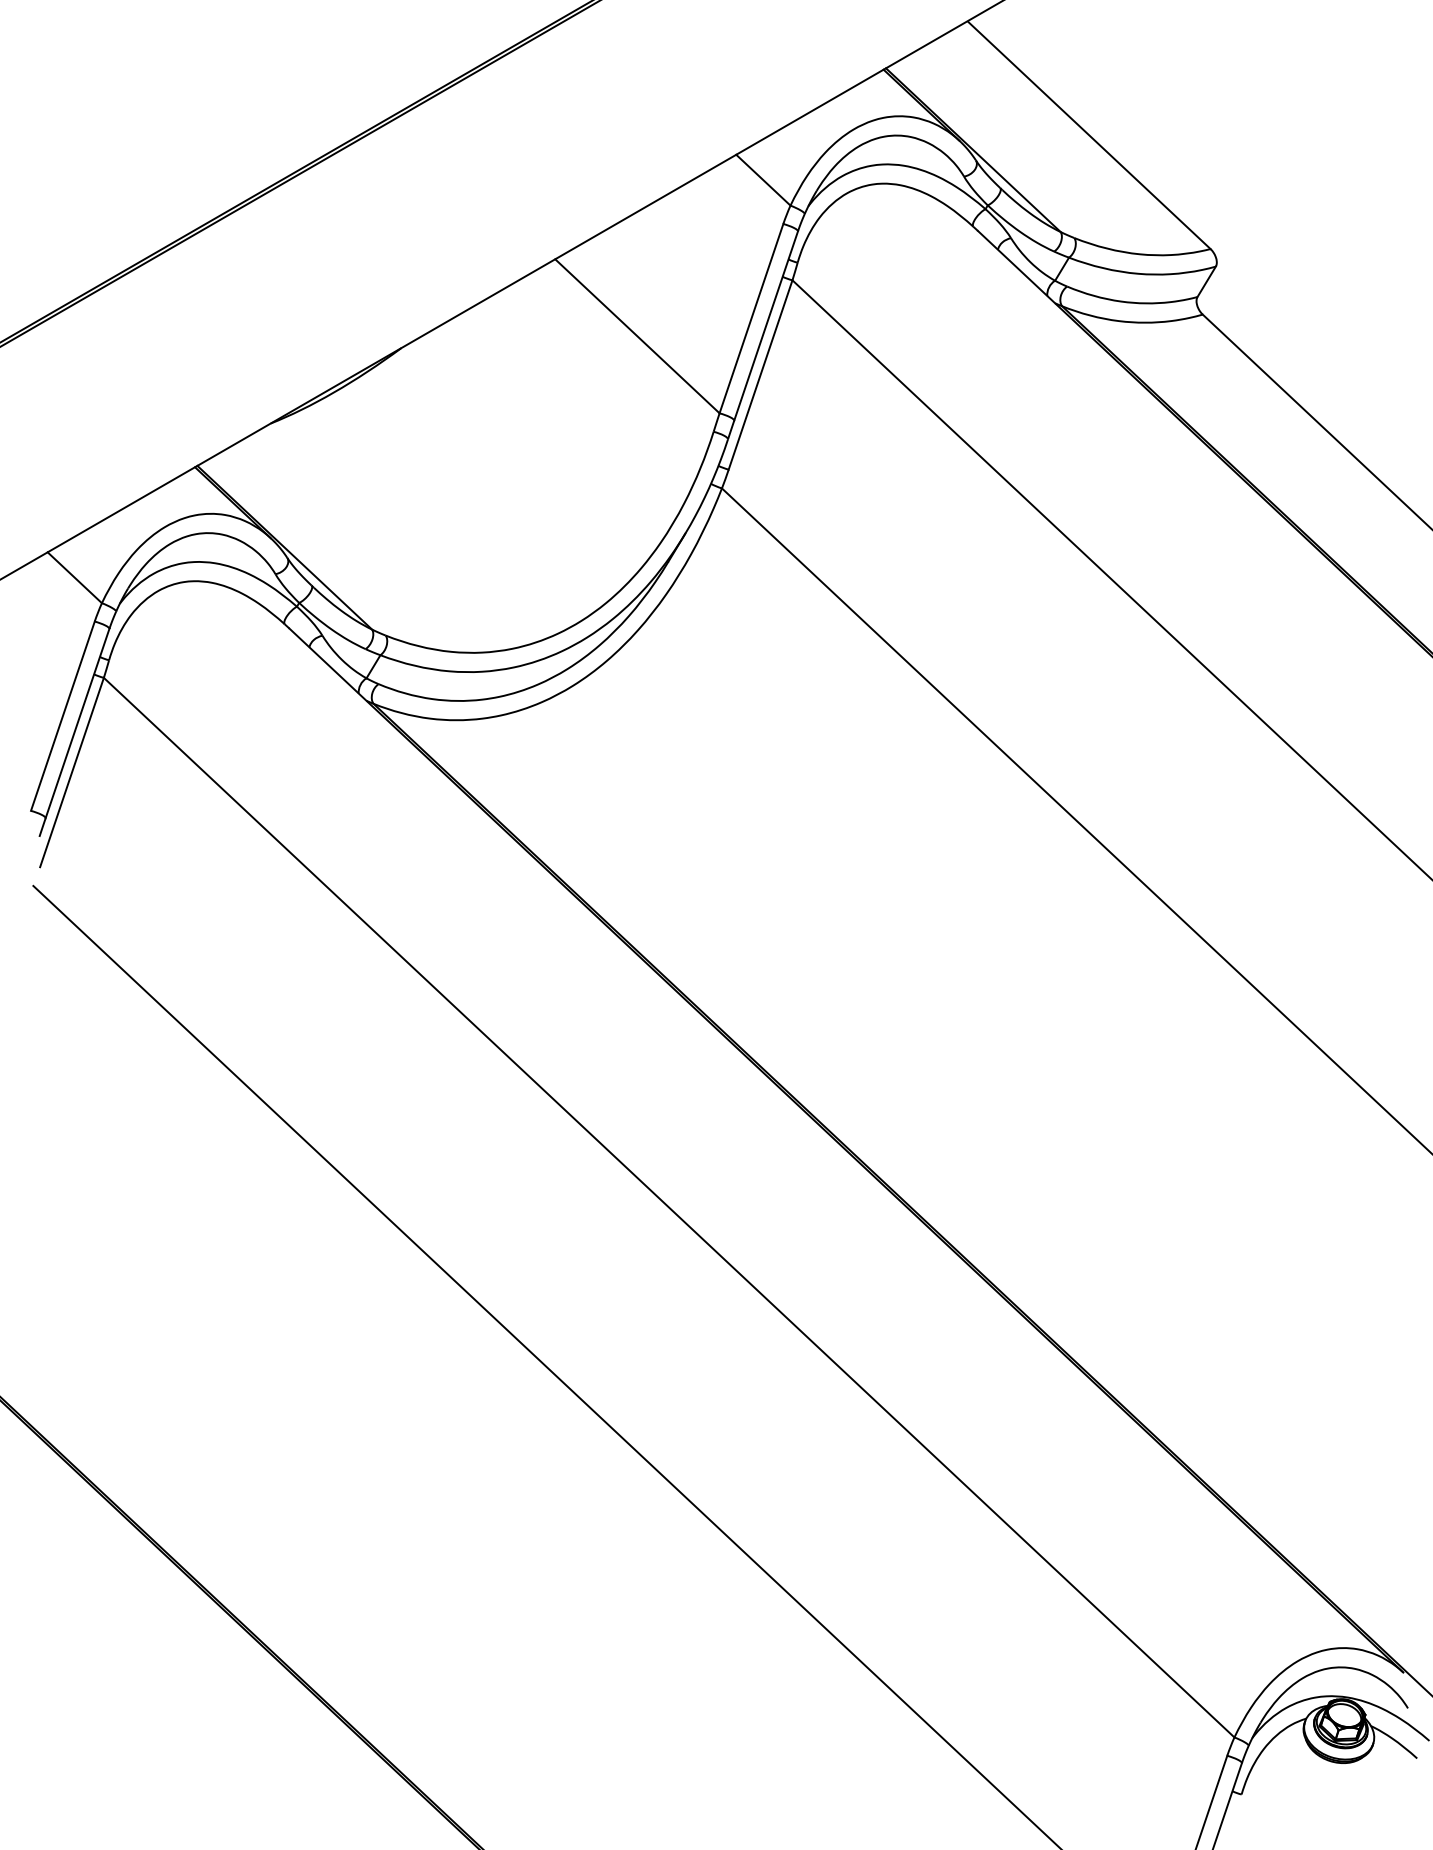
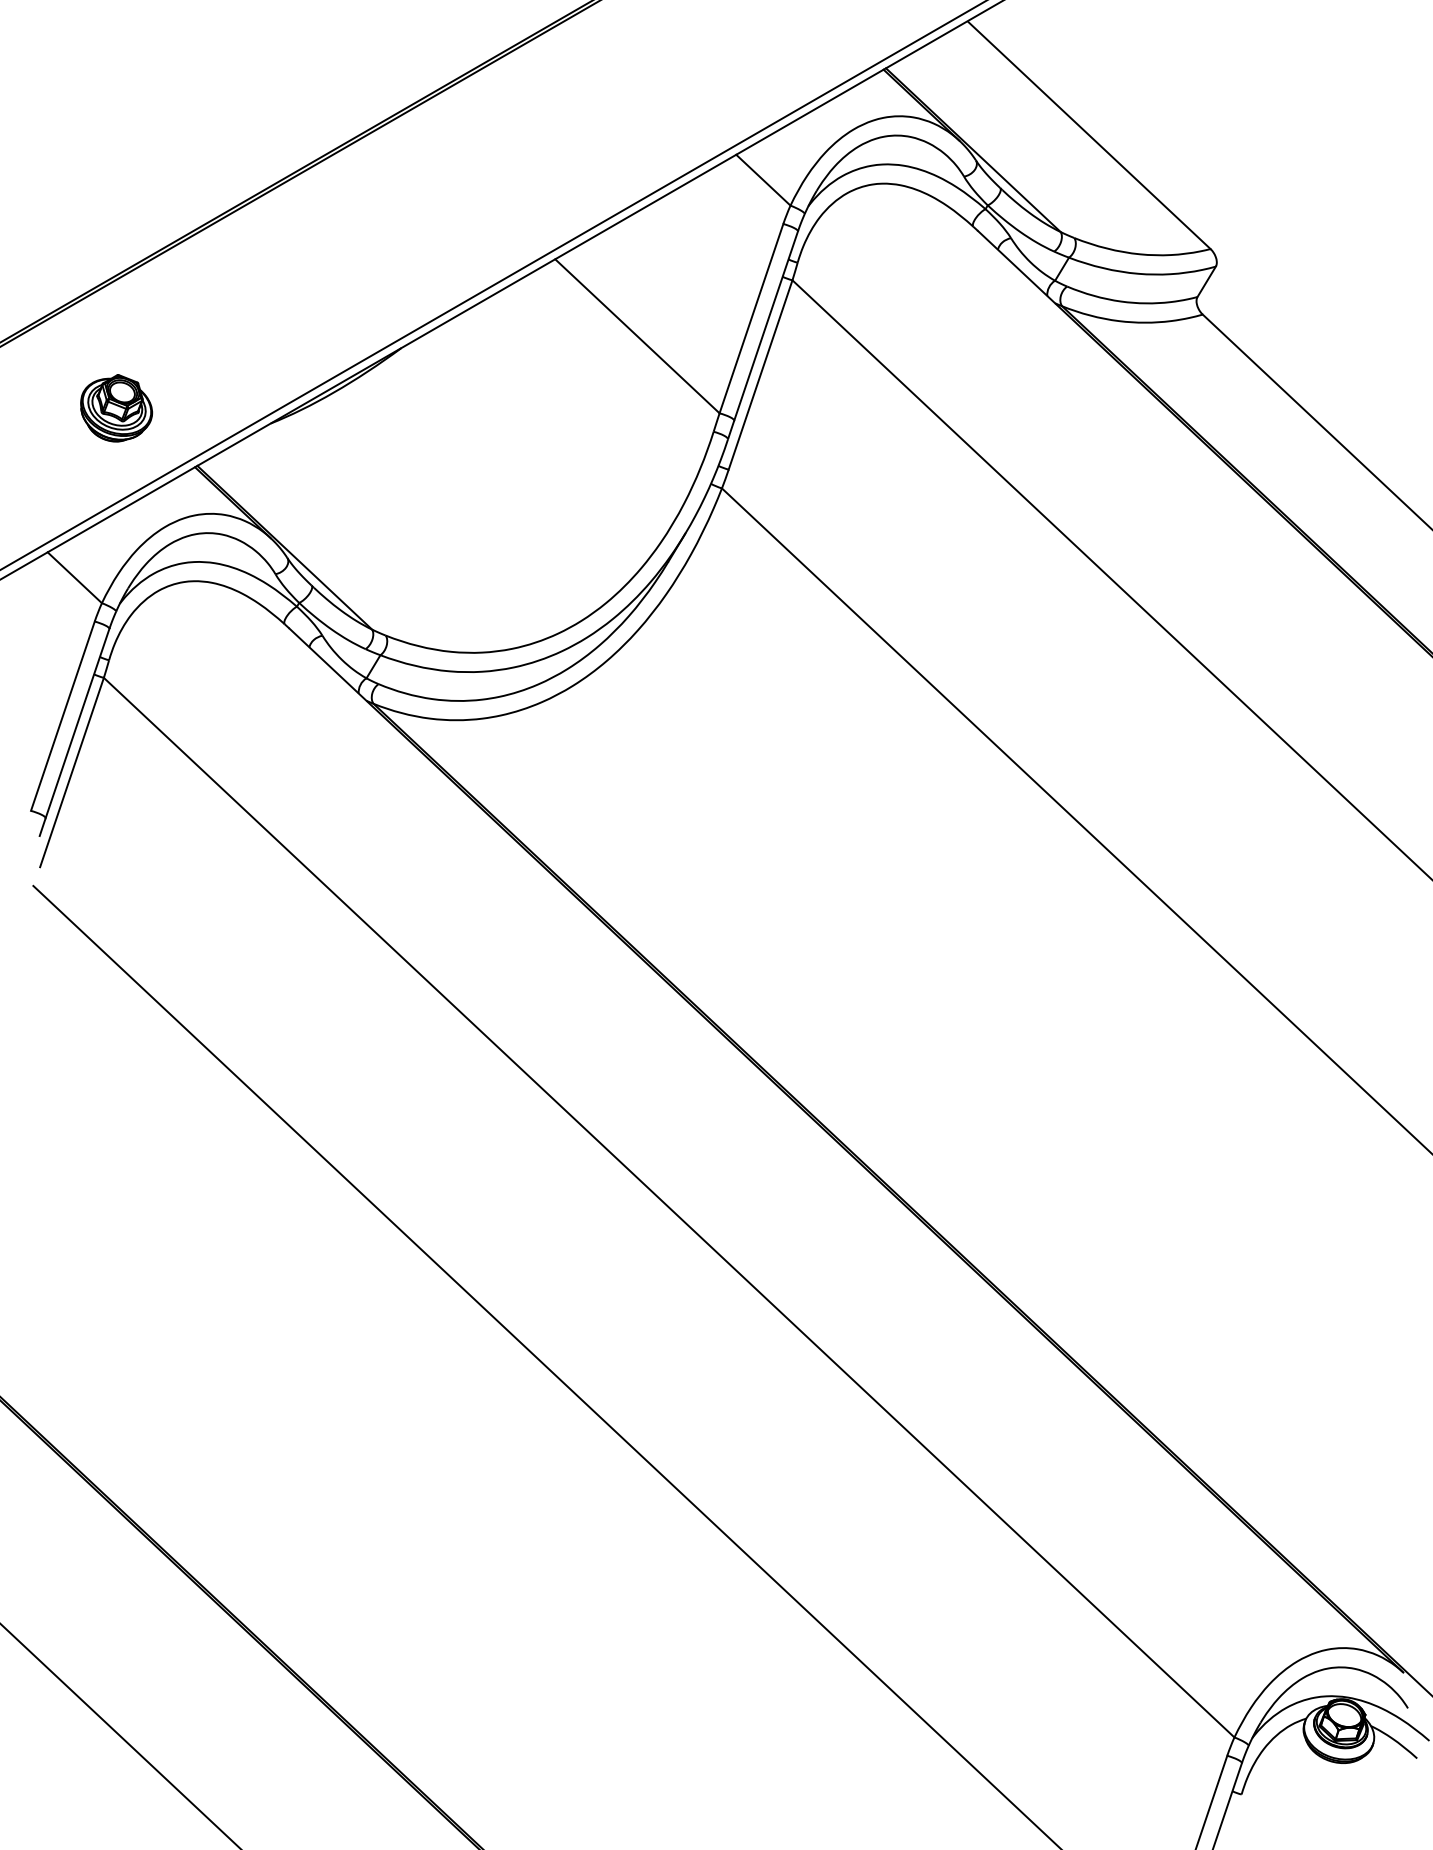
line at (492, 285): none -> present
part at (116, 408): none -> present
line at (119, 1735): none -> present
